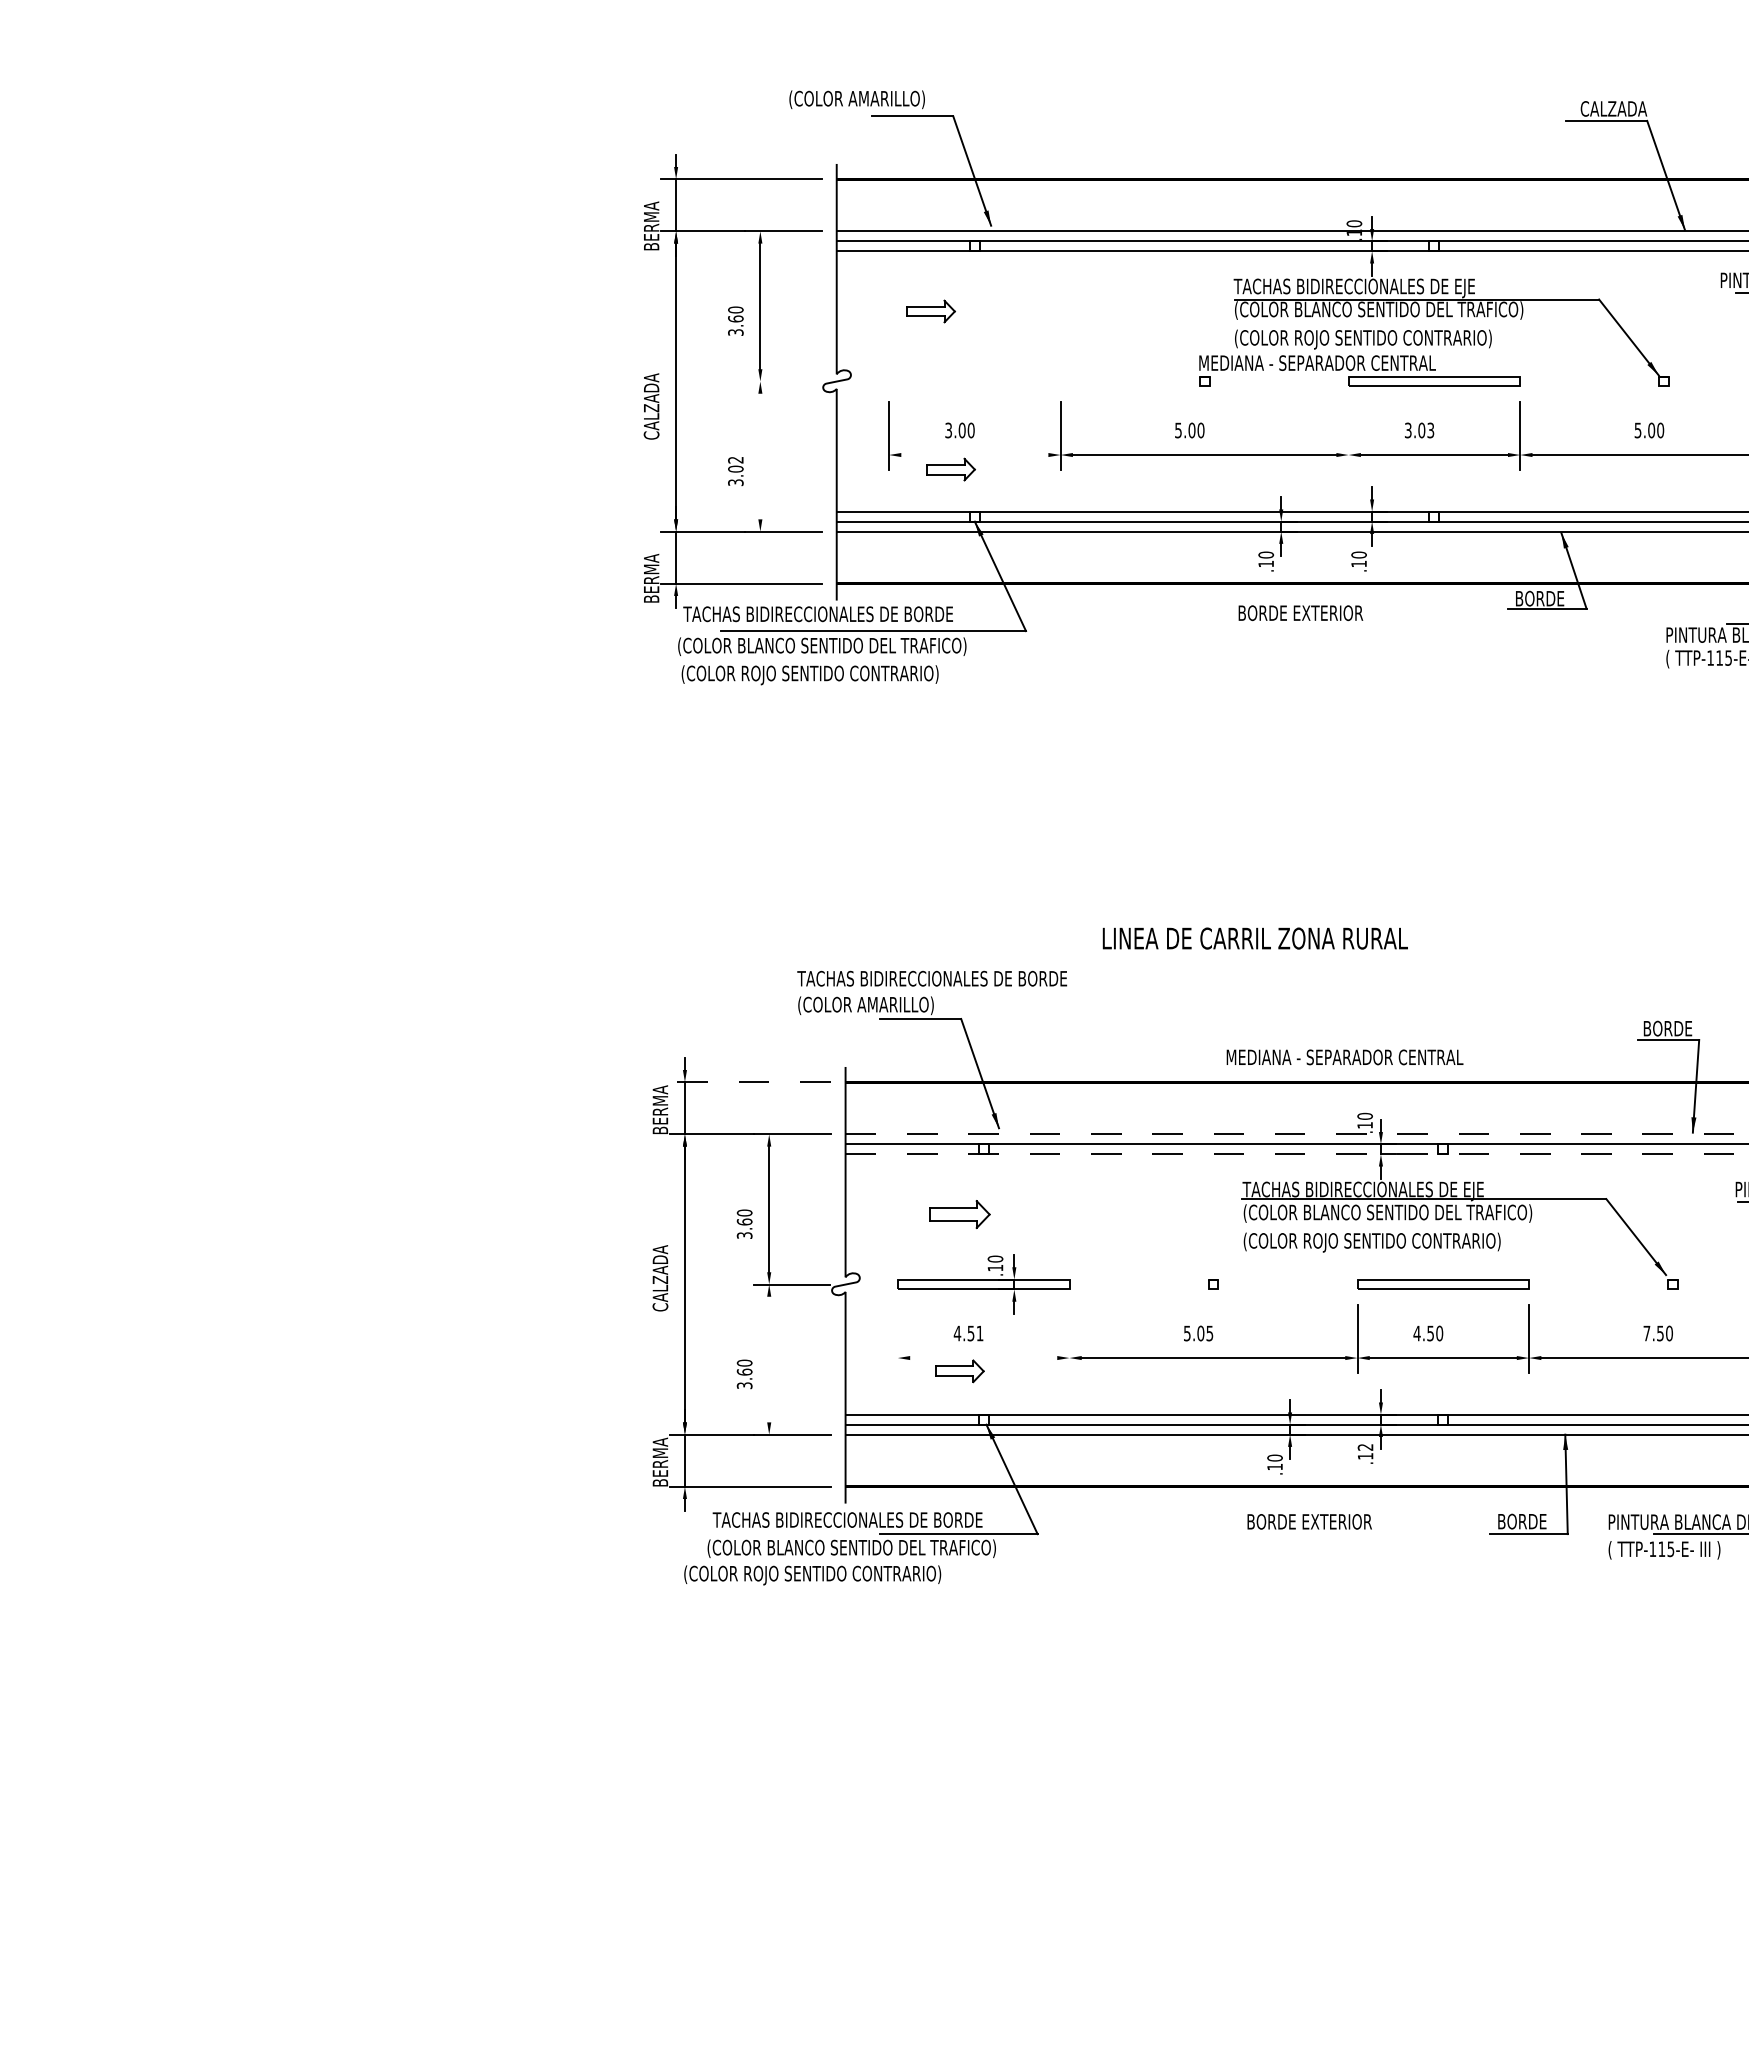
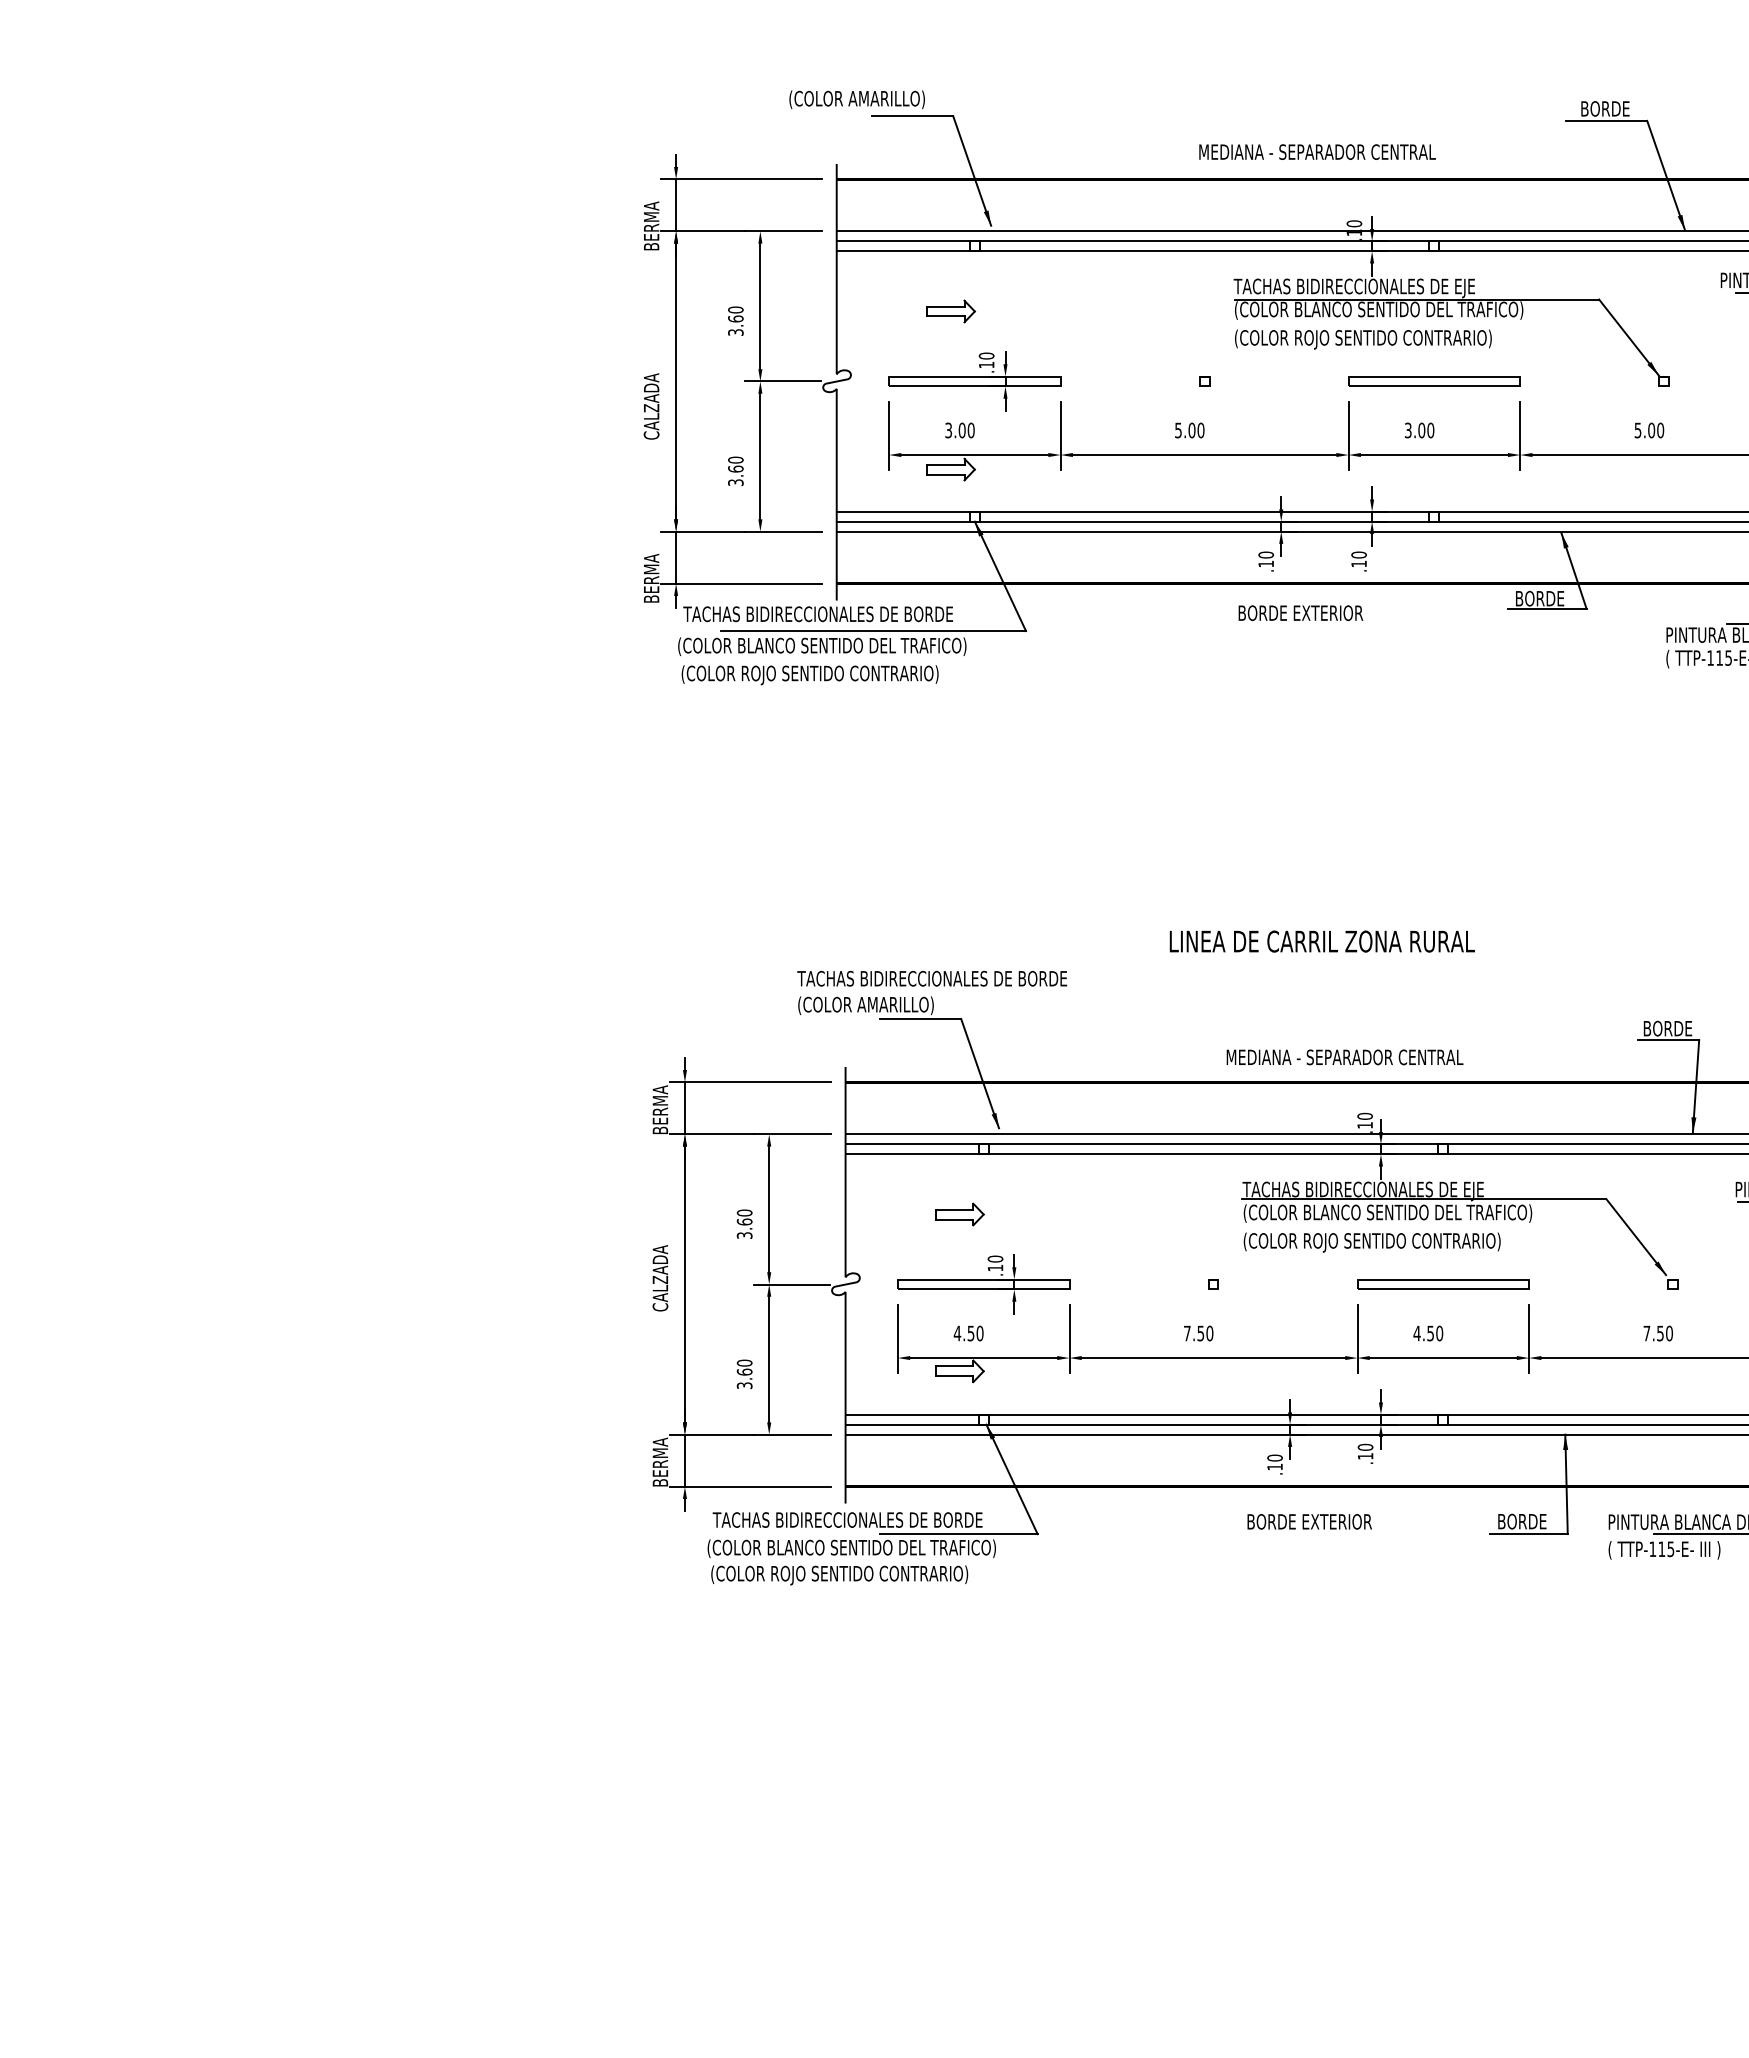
text at (1613, 108): CALZADA -> BORDE
part at (930, 311) position: (930, 311) -> (950, 311)
text at (1317, 362) position: (1317, 362) -> (1317, 151)
line at (783, 381): none -> present
part at (974, 381): none -> present
text at (1430, 430): 3.03 -> 3.00
line at (1348, 435): none -> present
line at (974, 455): none -> present
line at (760, 456): none -> present
text at (735, 464): 3.02 -> 3.60
text at (1254, 938) position: (1254, 938) -> (1321, 941)
line at (749, 1082): dashed -> solid
line at (1297, 1134): dashed -> solid
line at (1297, 1154): dashed -> solid
part at (959, 1214) size: 62x30 px -> 50x25 px
text at (979, 1333): 4.51 -> 4.50
text at (1198, 1333): 5.05 -> 7.50
line at (897, 1338): none -> present
line at (1069, 1338): none -> present
line at (983, 1358): none -> present
line at (769, 1359): none -> present
text at (1365, 1446): .12 -> .10
text at (812, 1575) position: (812, 1575) -> (839, 1575)
